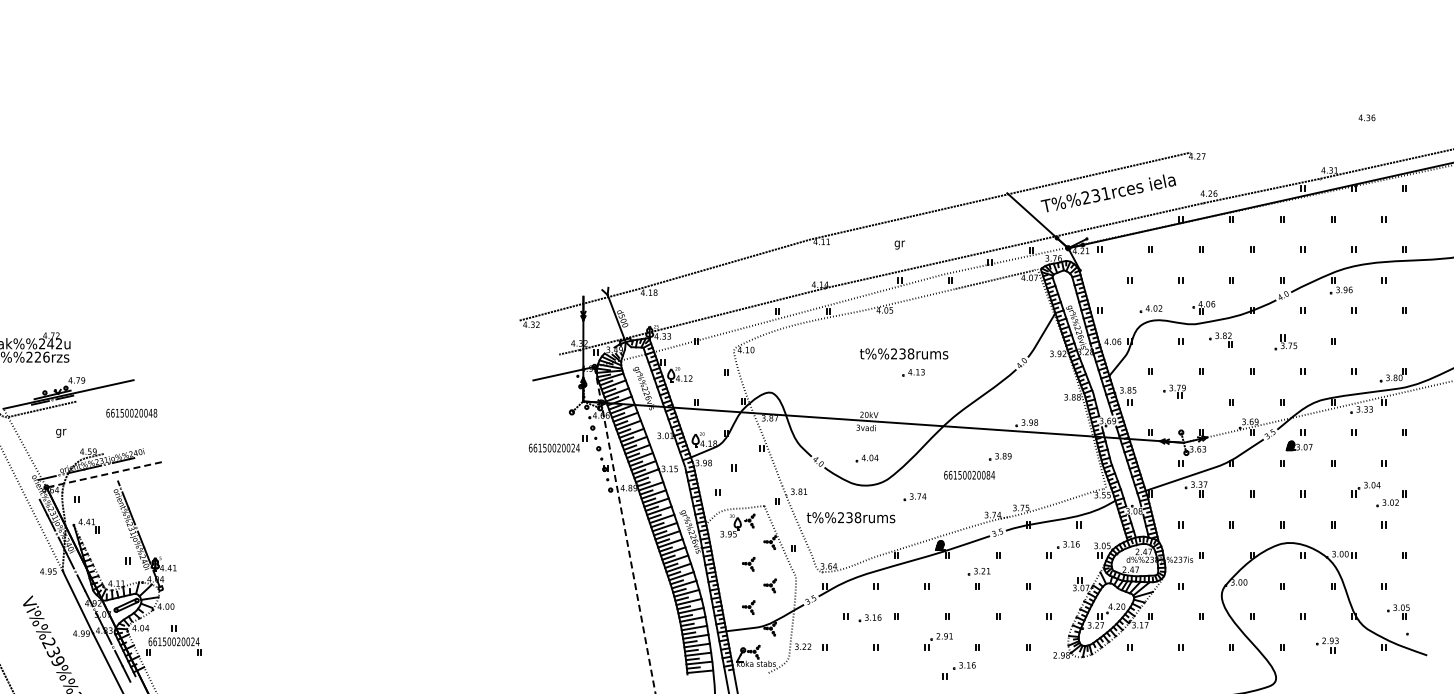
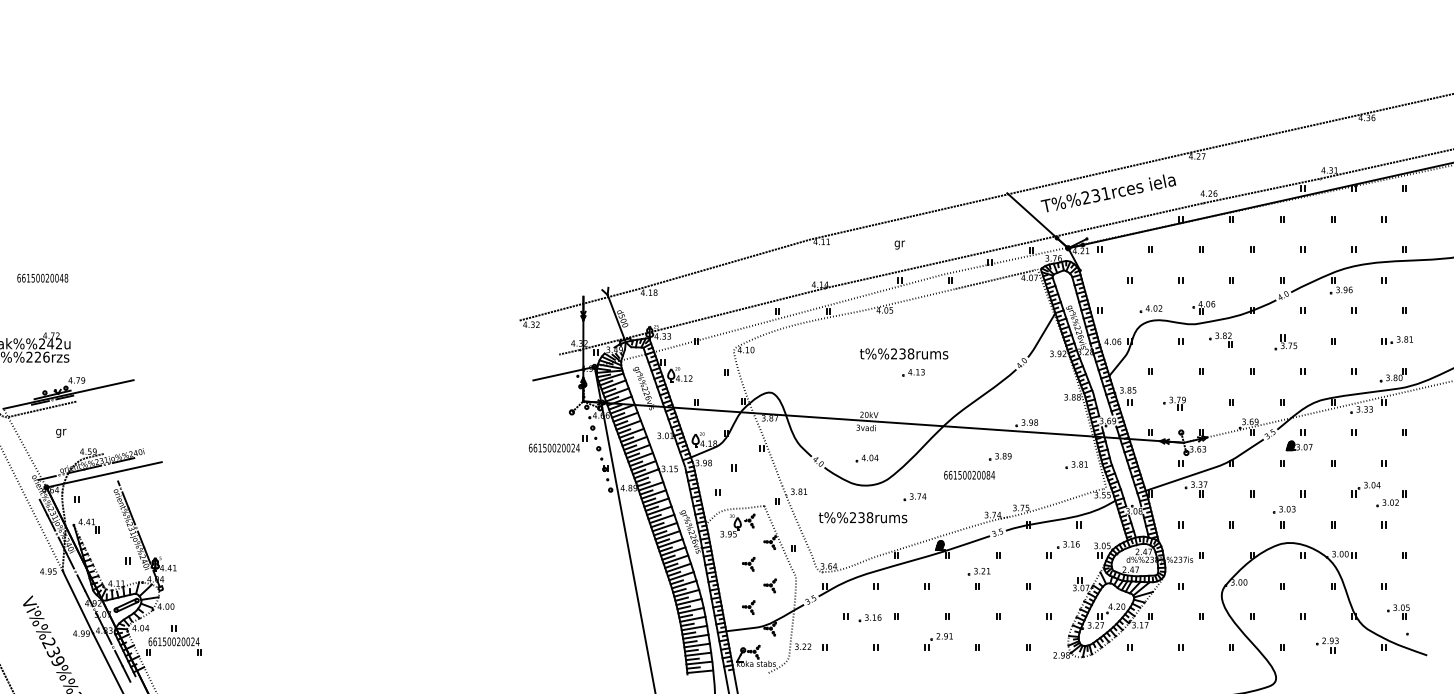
line at (1320, 123): none -> present
part at (1396, 340): none -> present
part at (1174, 391) position: (1174, 391) -> (1174, 403)
text at (131, 412) position: (131, 412) -> (42, 277)
part at (1076, 464): none -> present
line at (103, 474): dashed -> solid
part at (1283, 509): none -> present
text at (850, 517) position: (850, 517) -> (862, 517)
line at (625, 530): dashed -> solid
part at (958, 670): present -> none
